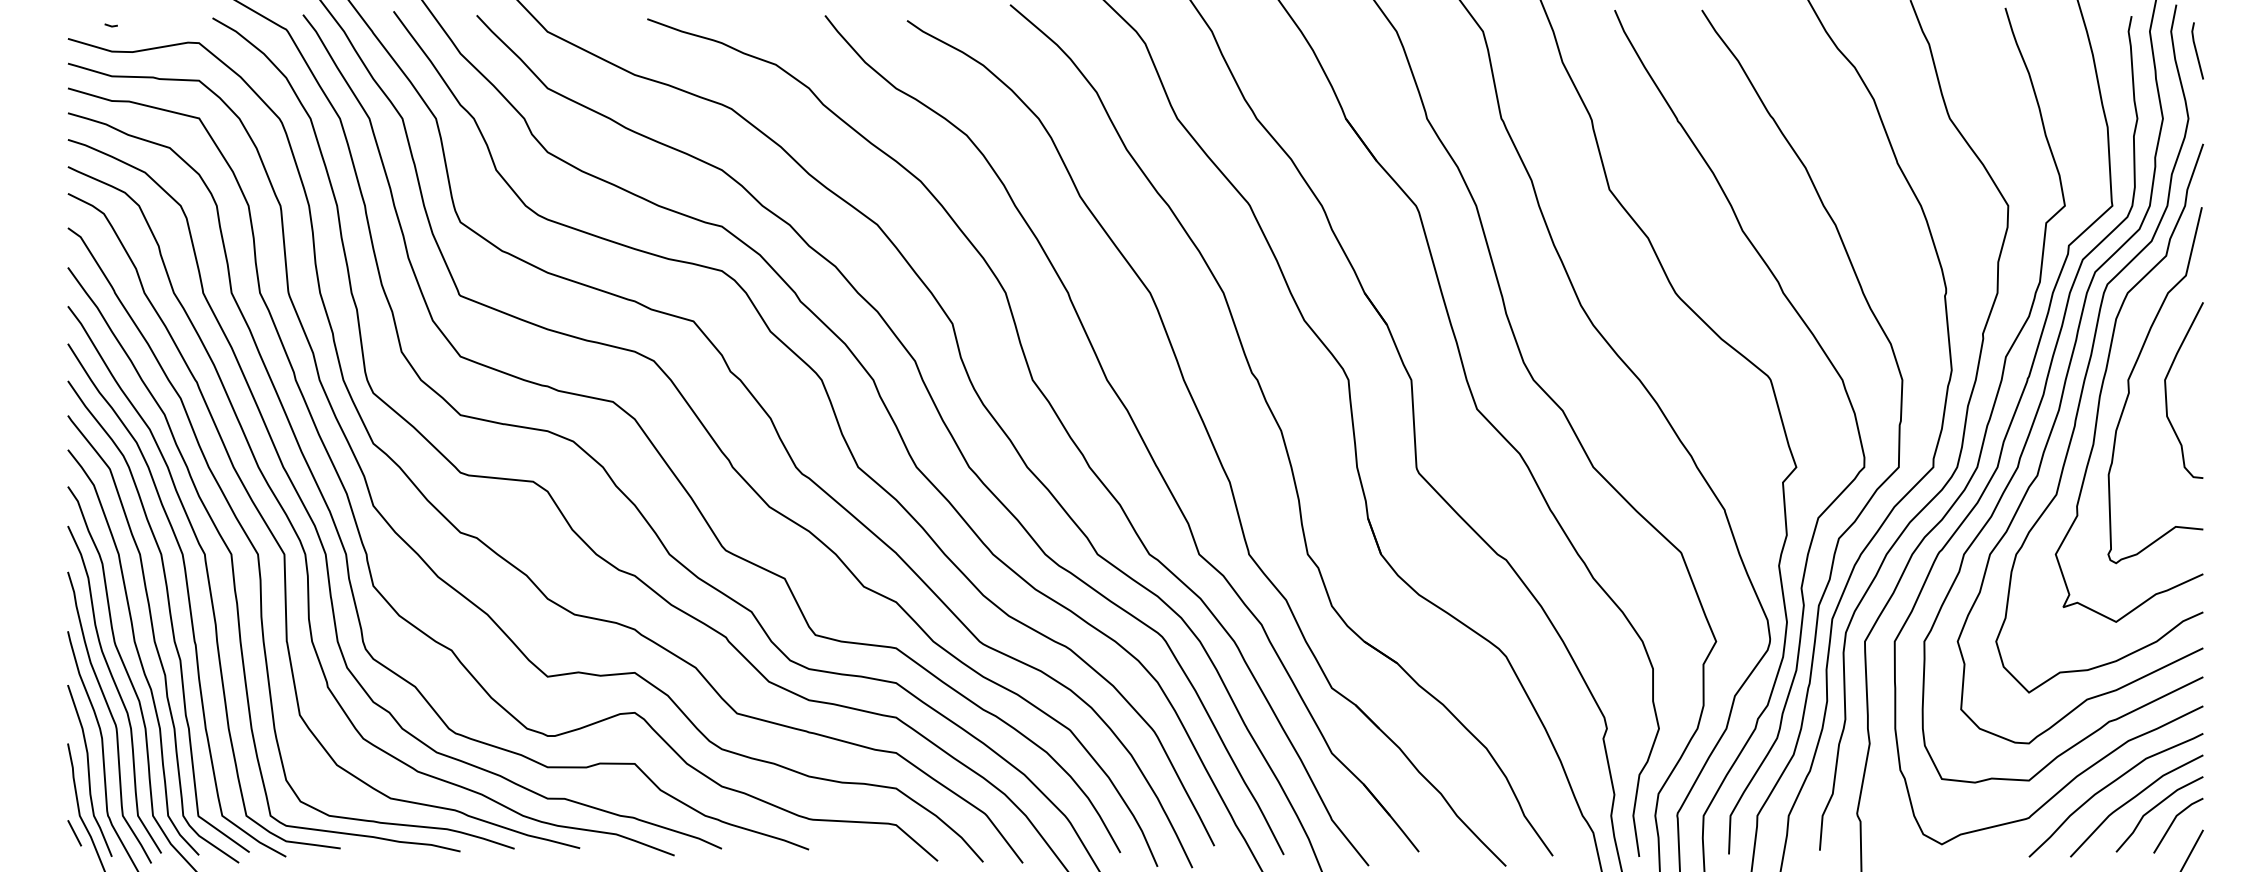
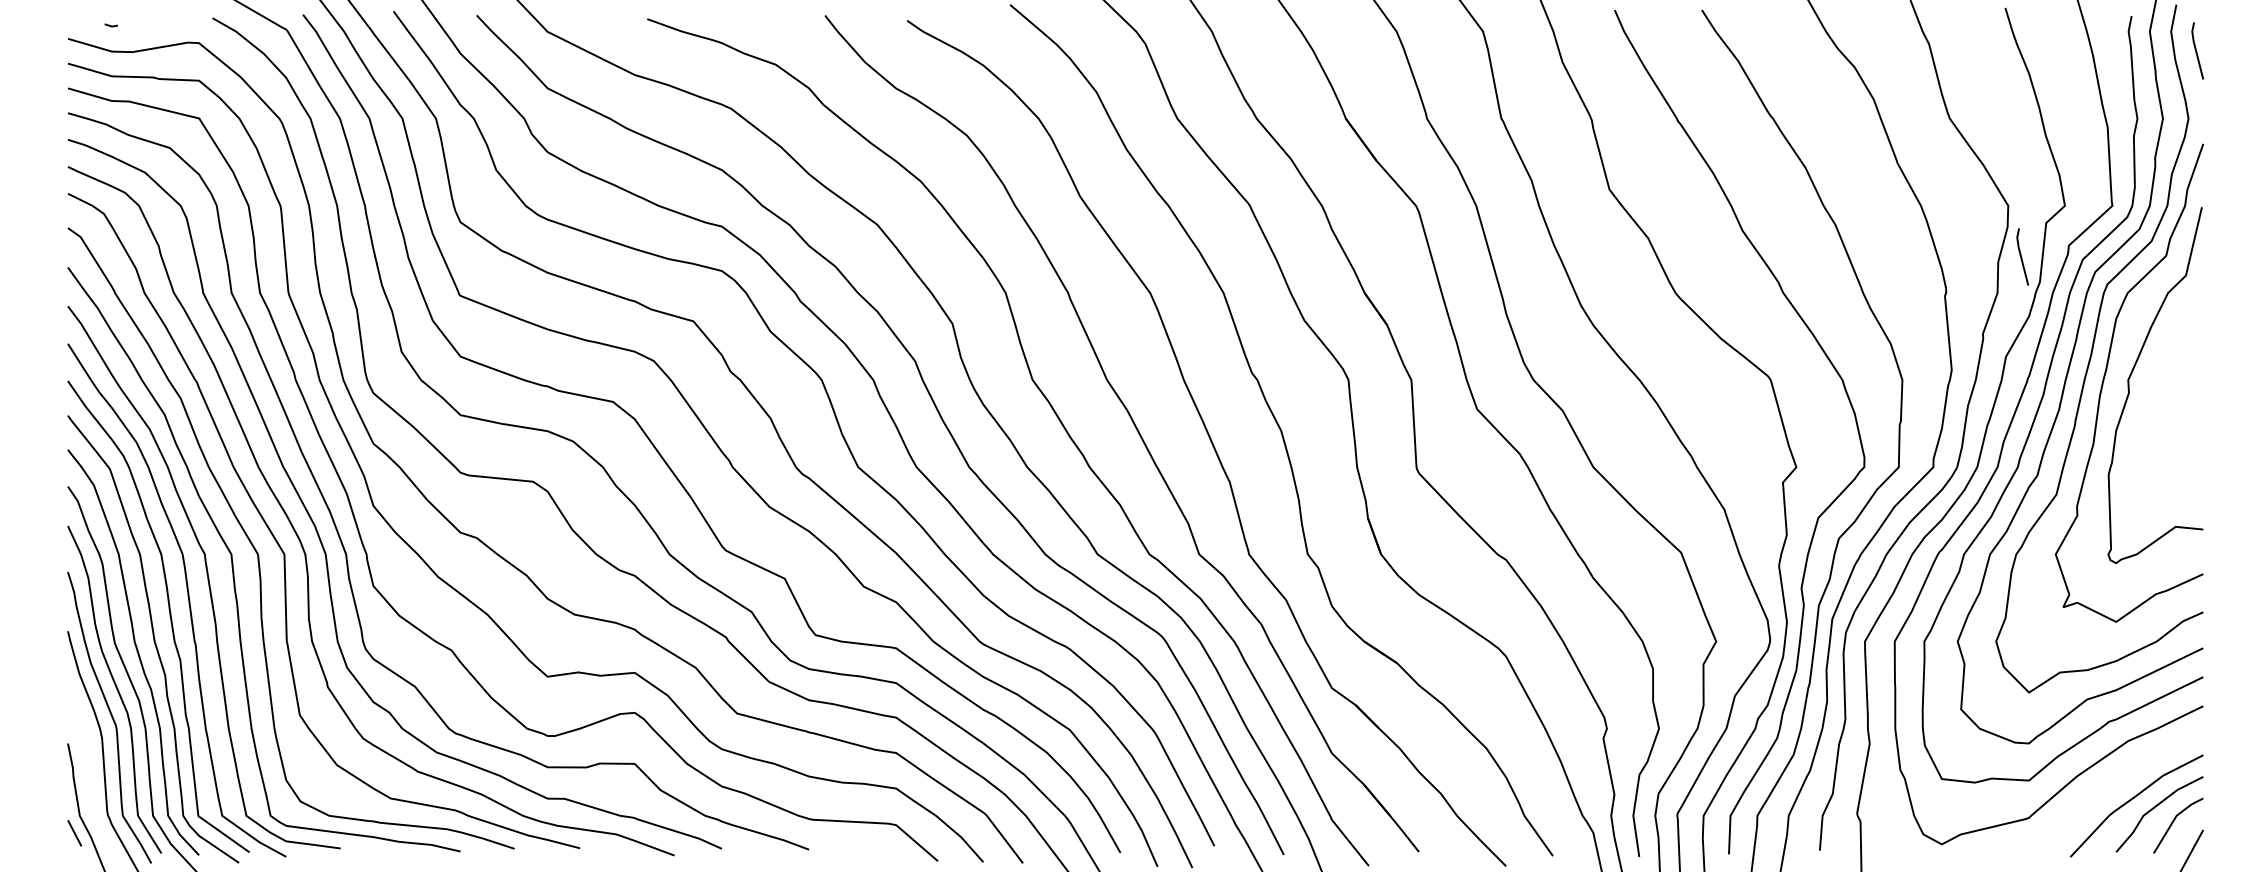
line at (2021, 256): none -> present
curve at (2166, 390): present -> none
curve at (89, 770): present -> none
curve at (2107, 787): present -> none
